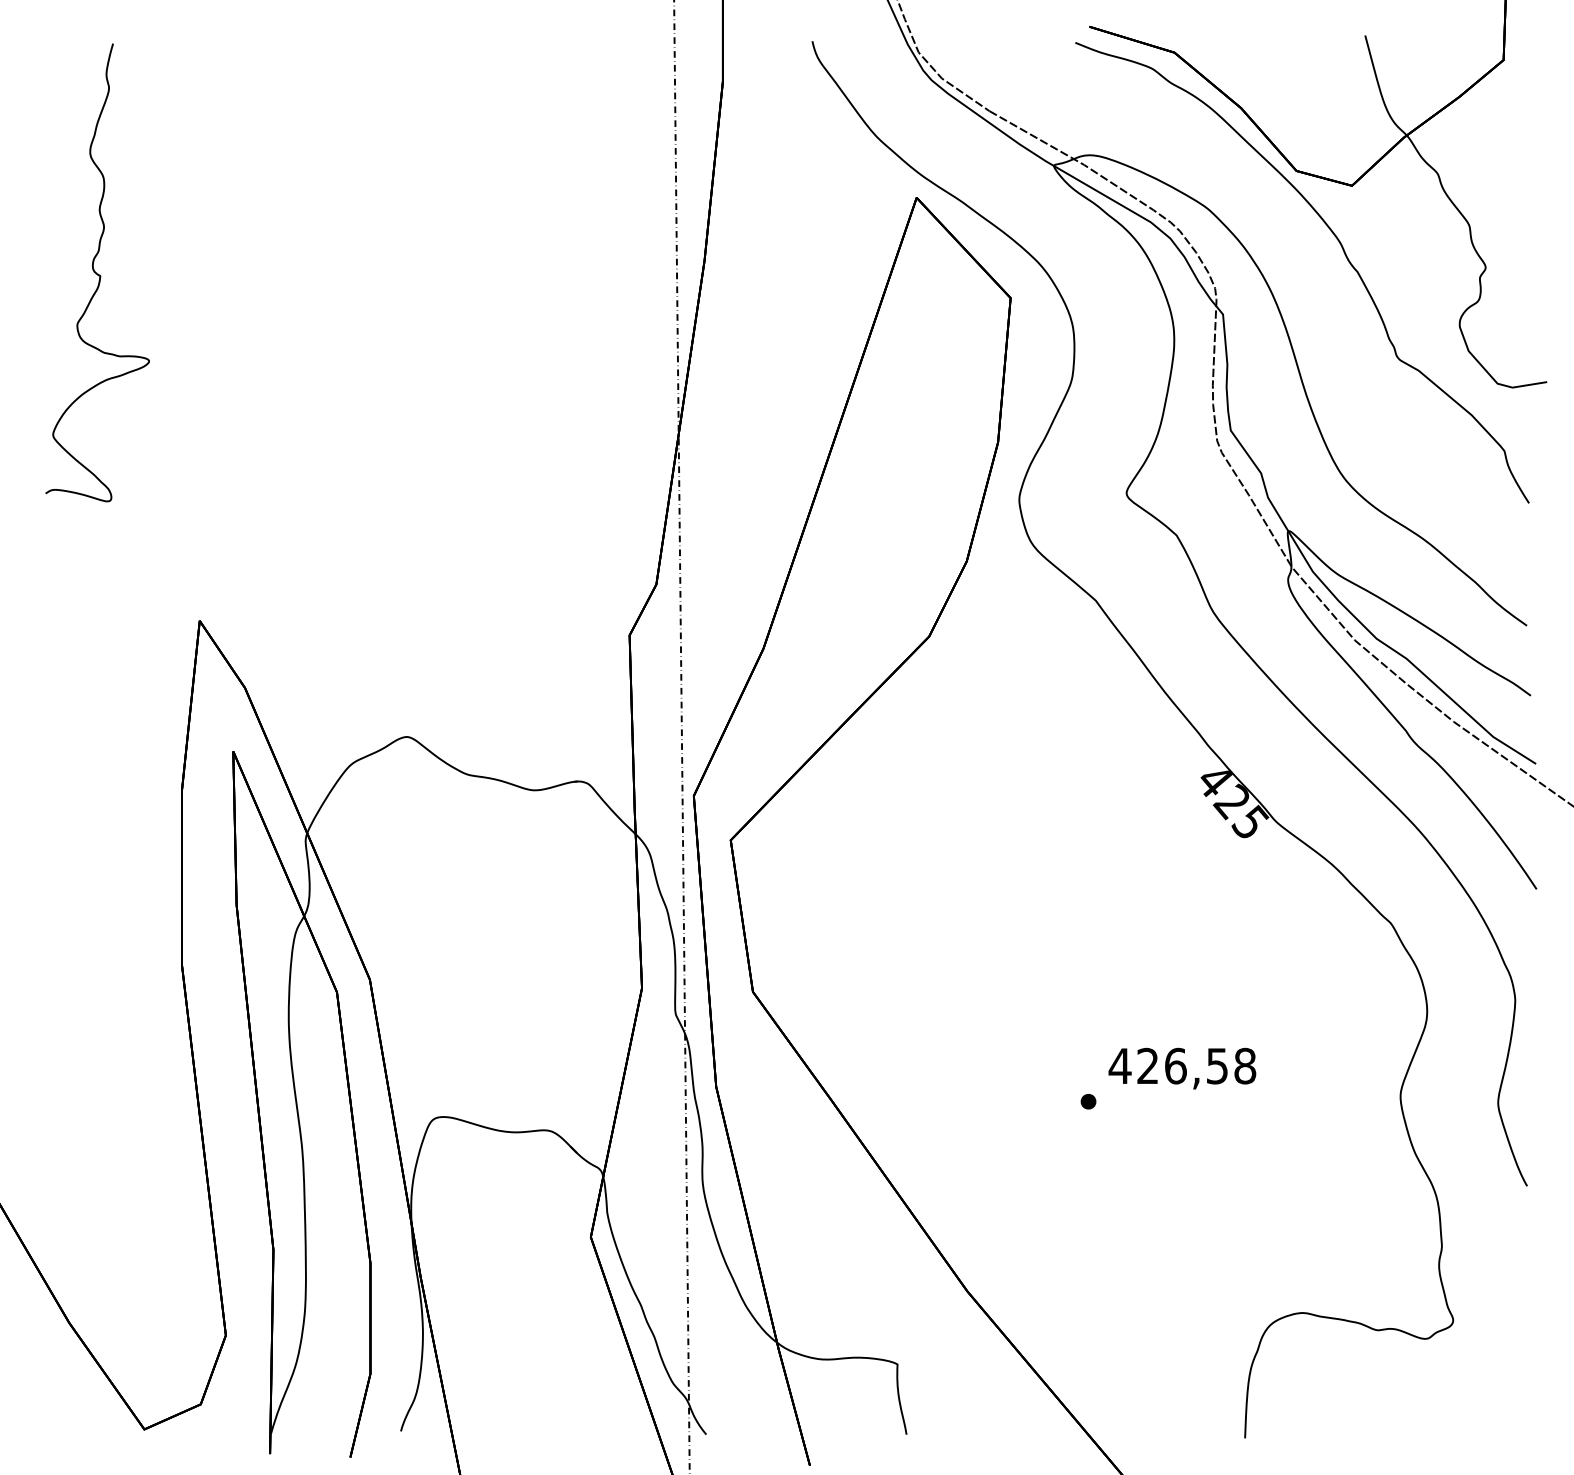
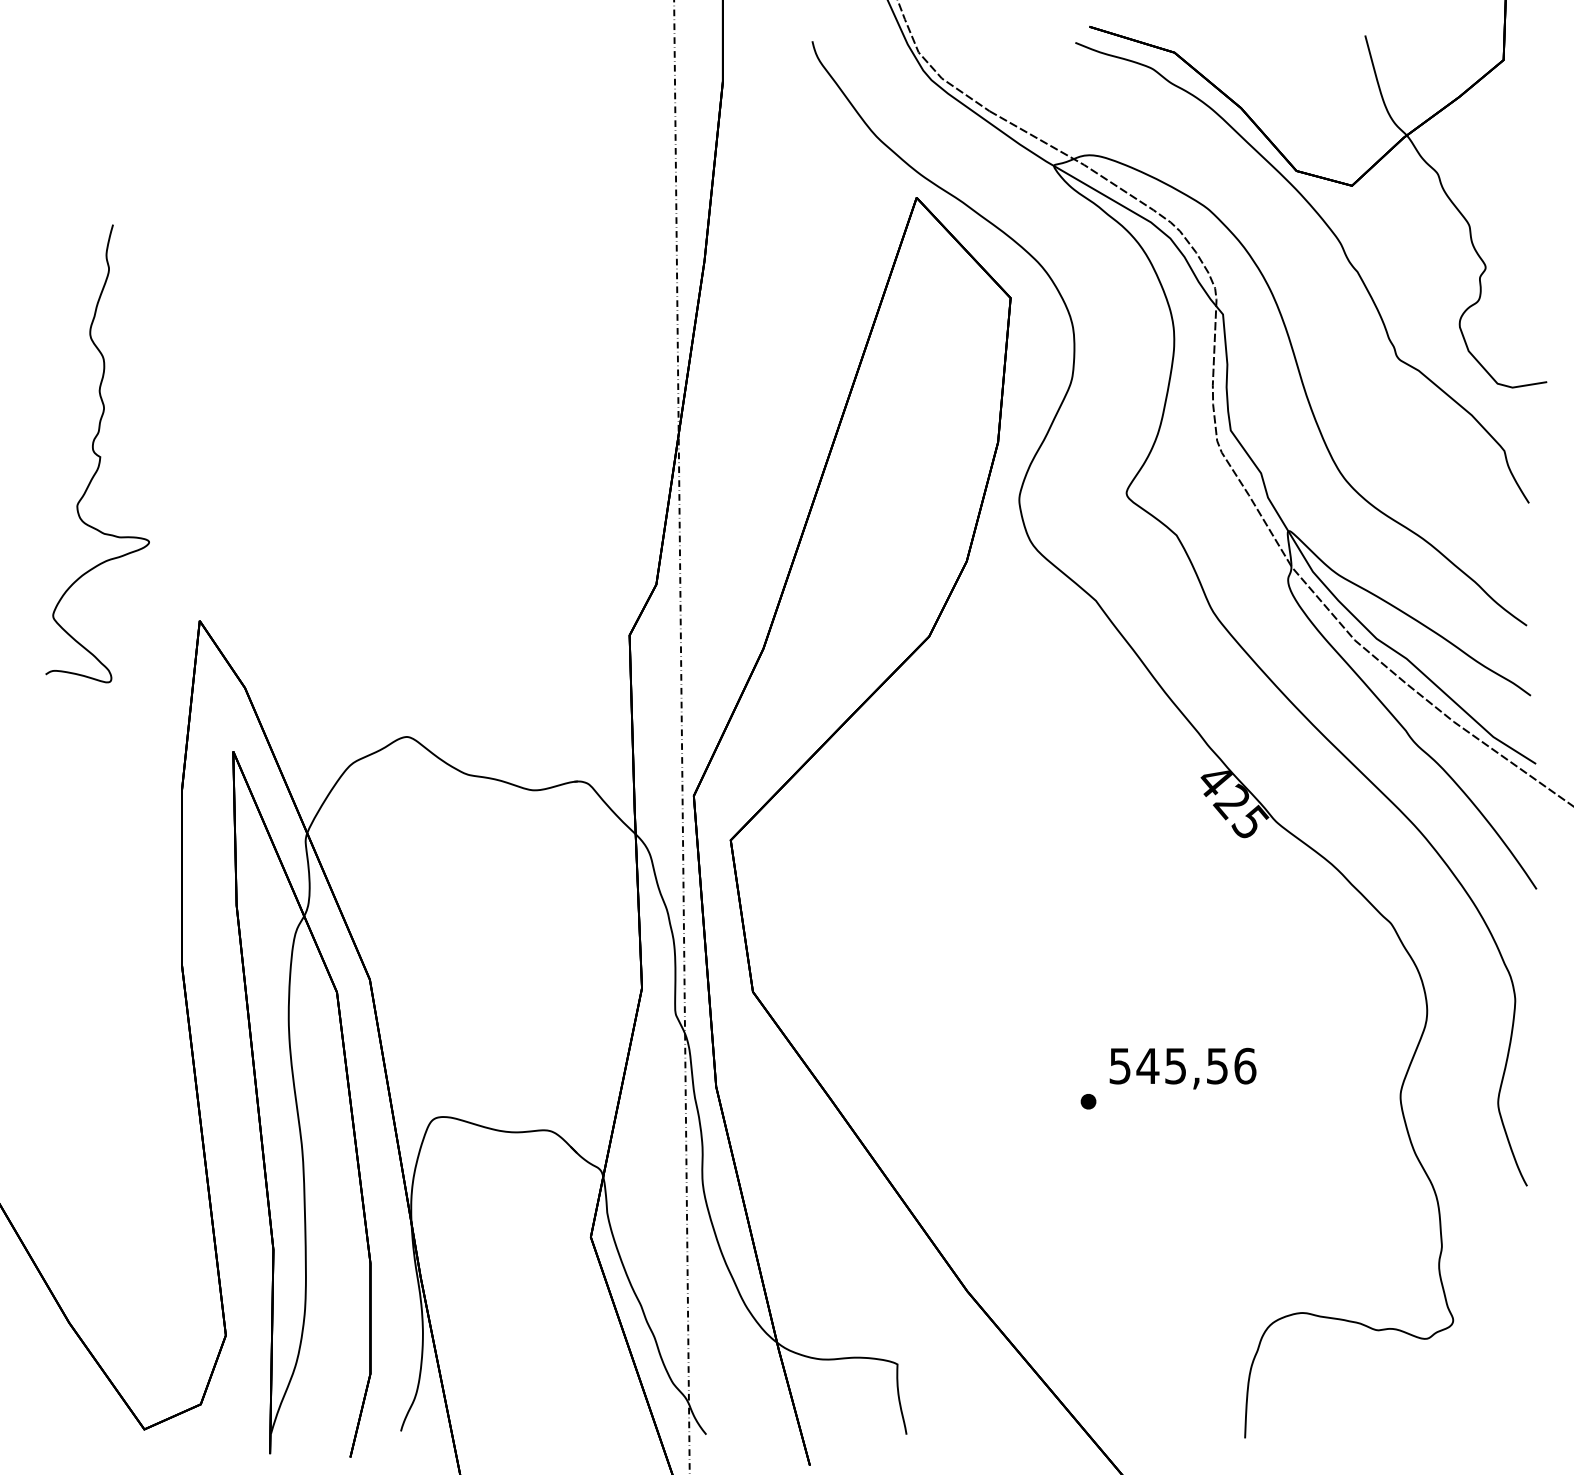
curve at (96, 272) position: (96, 272) -> (96, 453)
text at (1182, 1065): 426,58 -> 545,56
